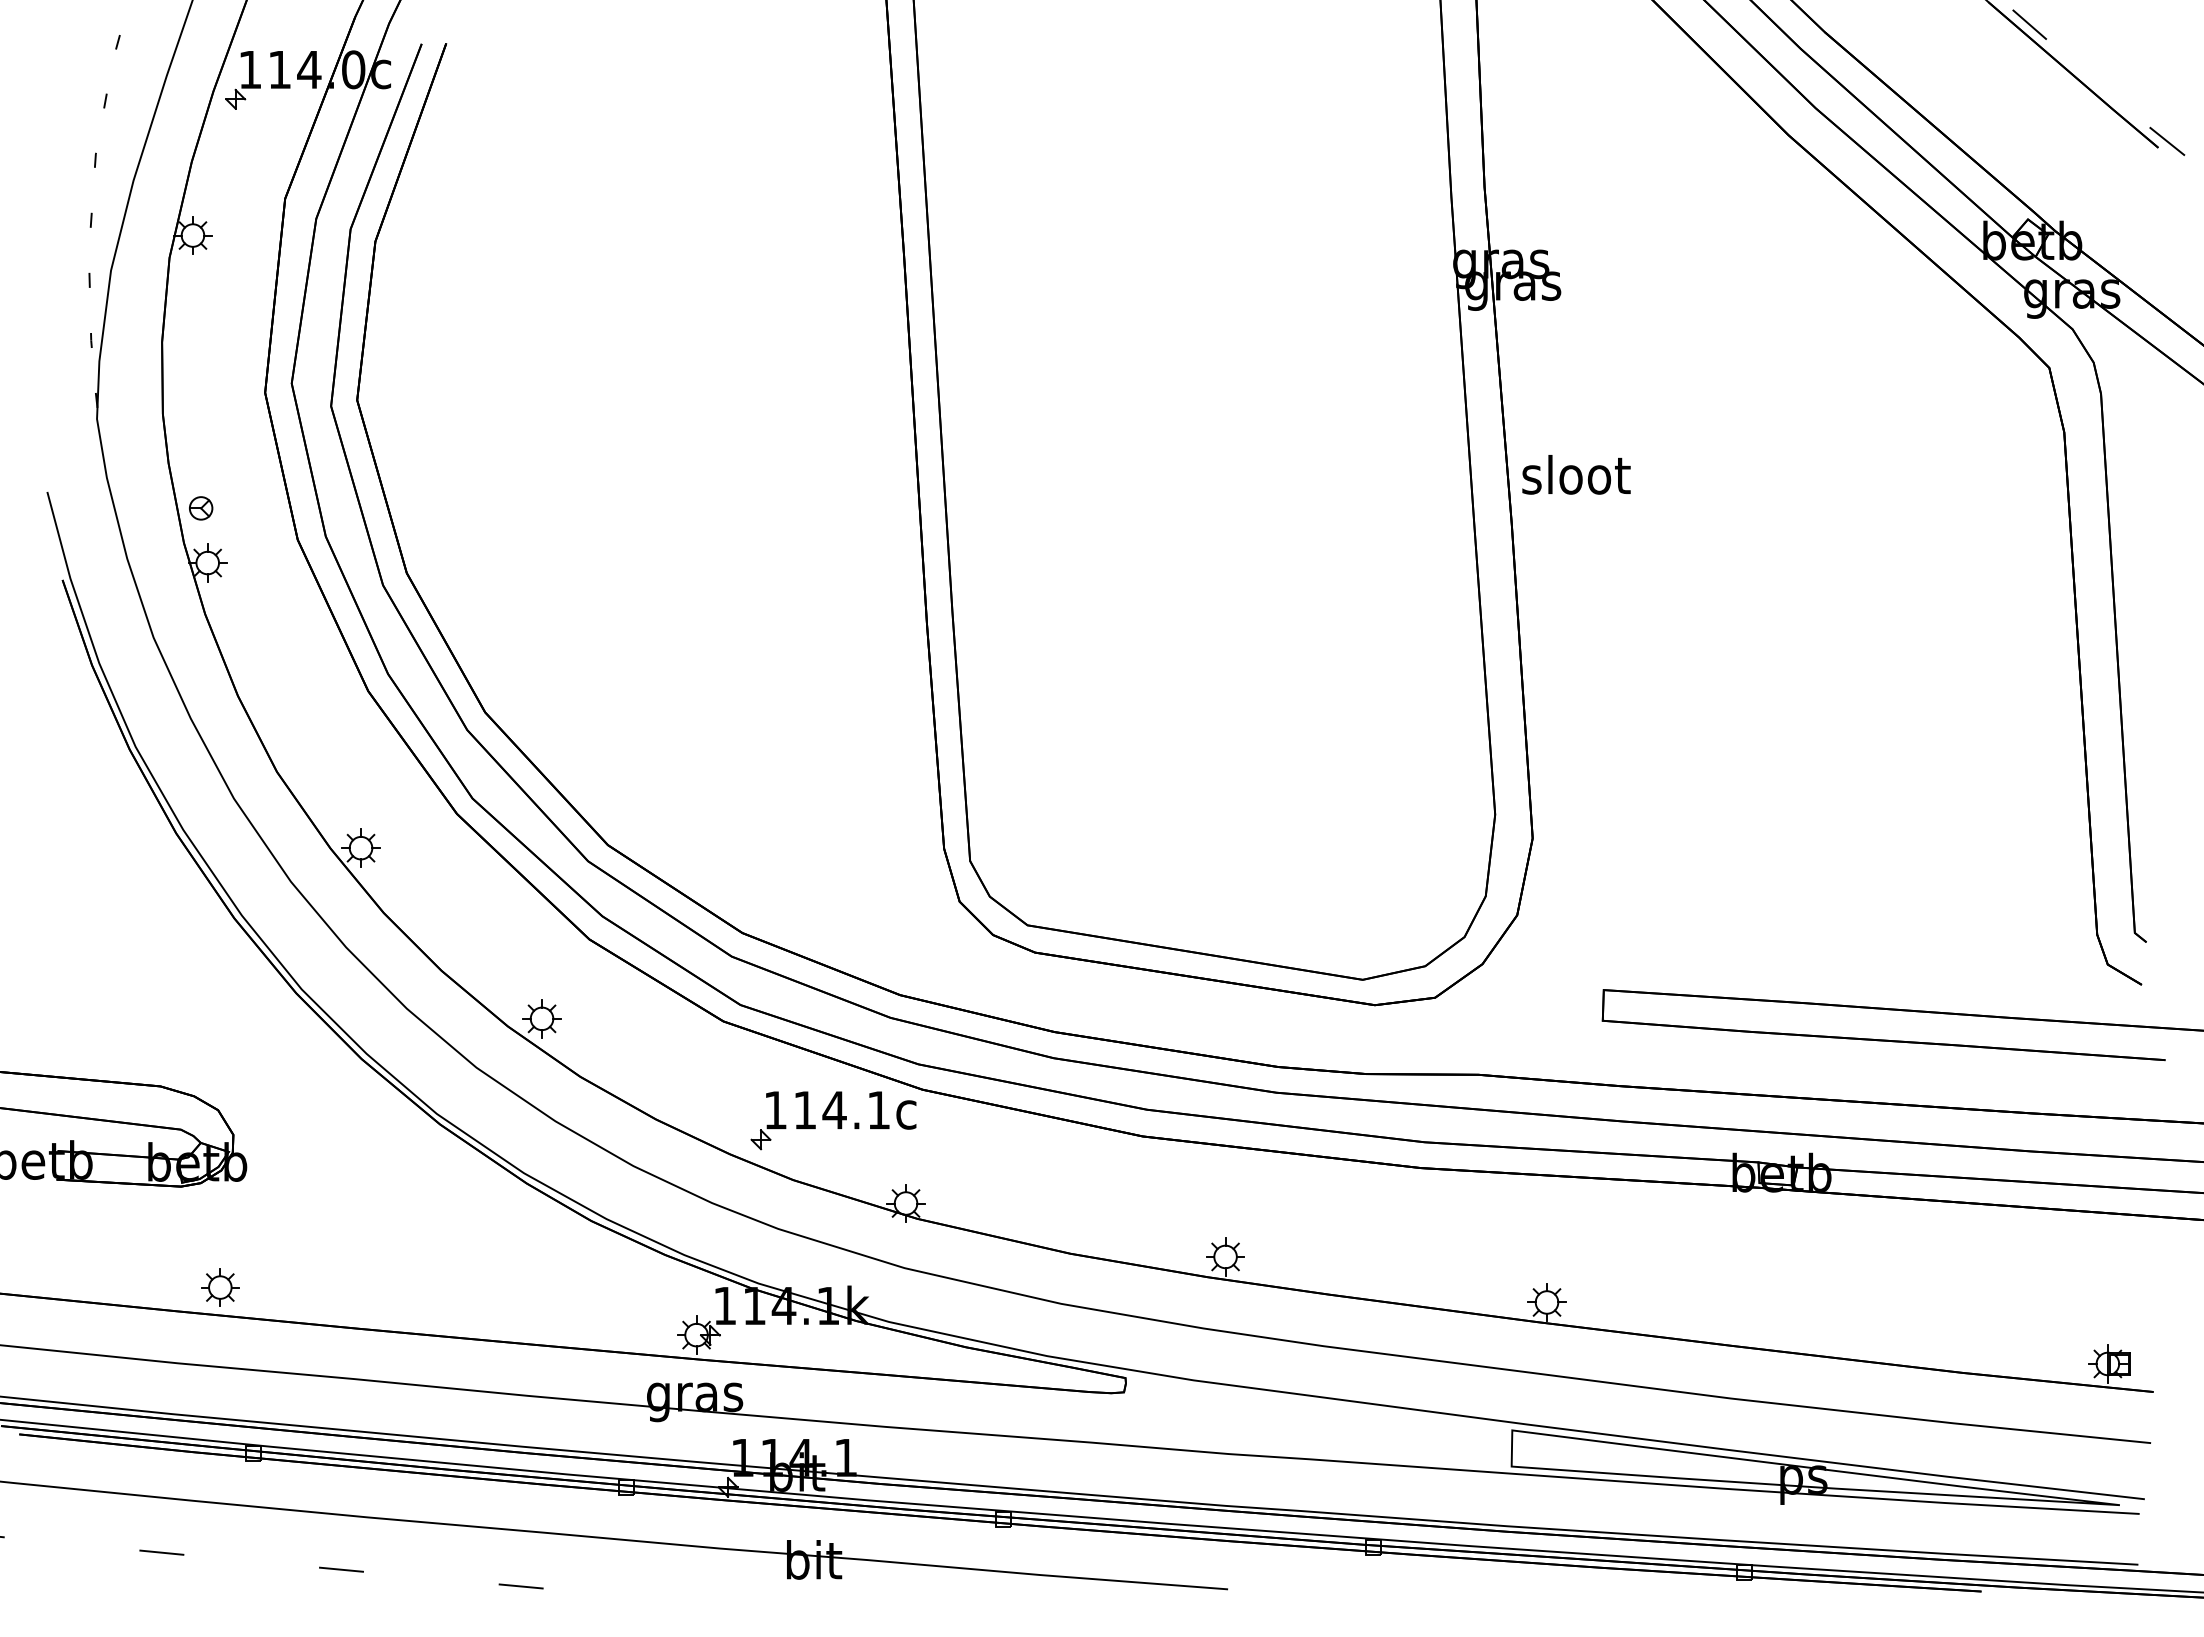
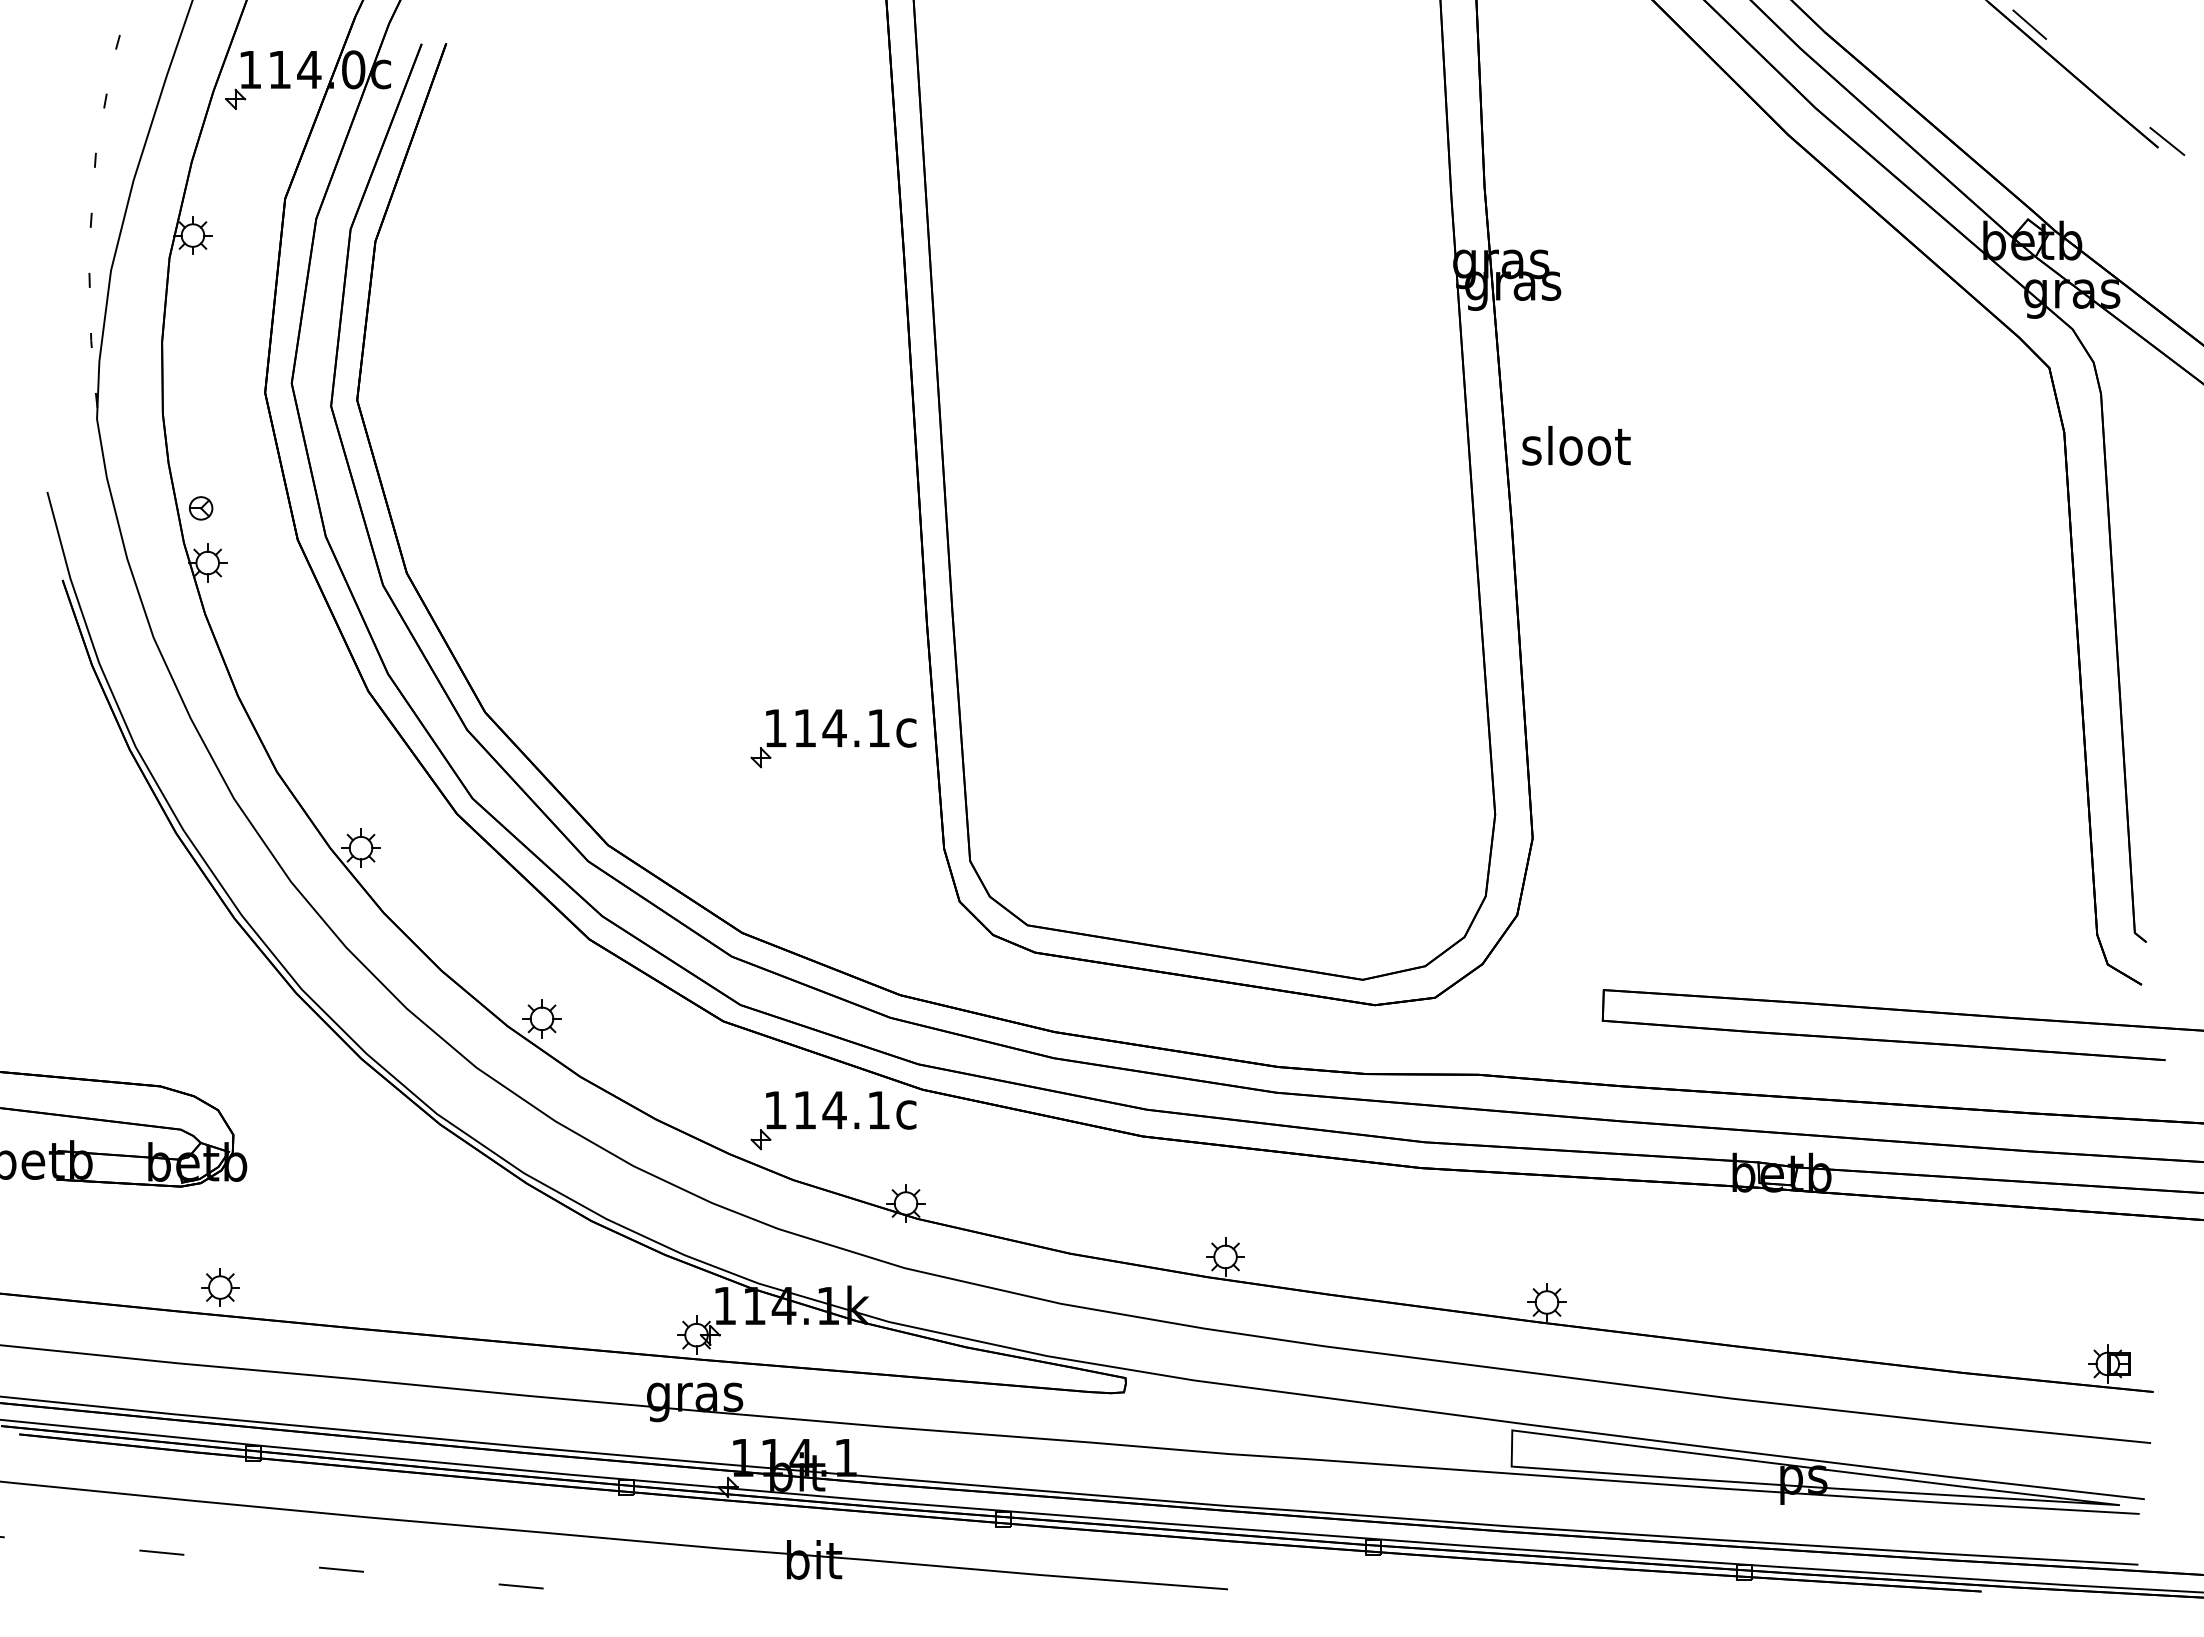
text at (1576, 474) position: (1576, 474) -> (1576, 445)
part at (833, 738): none -> present
